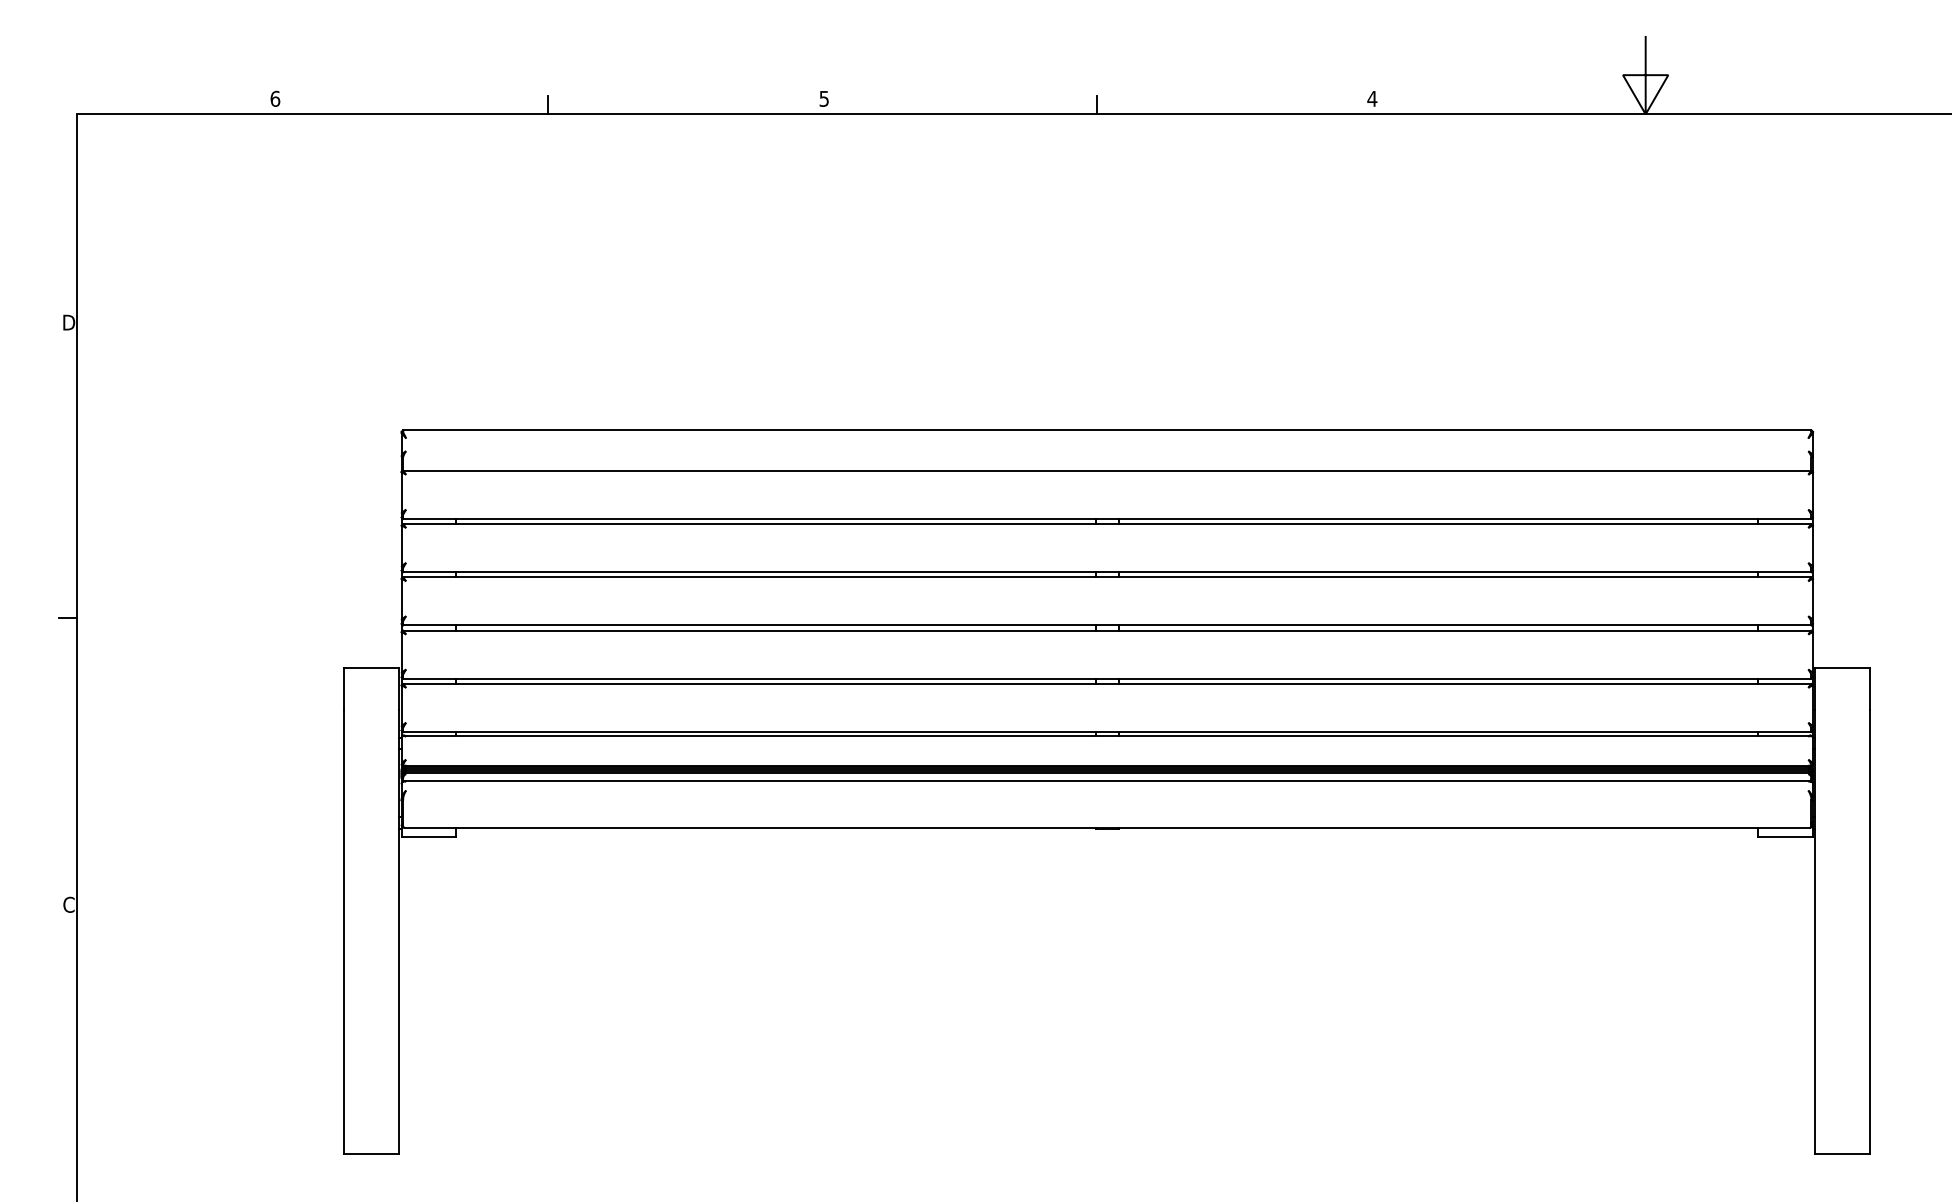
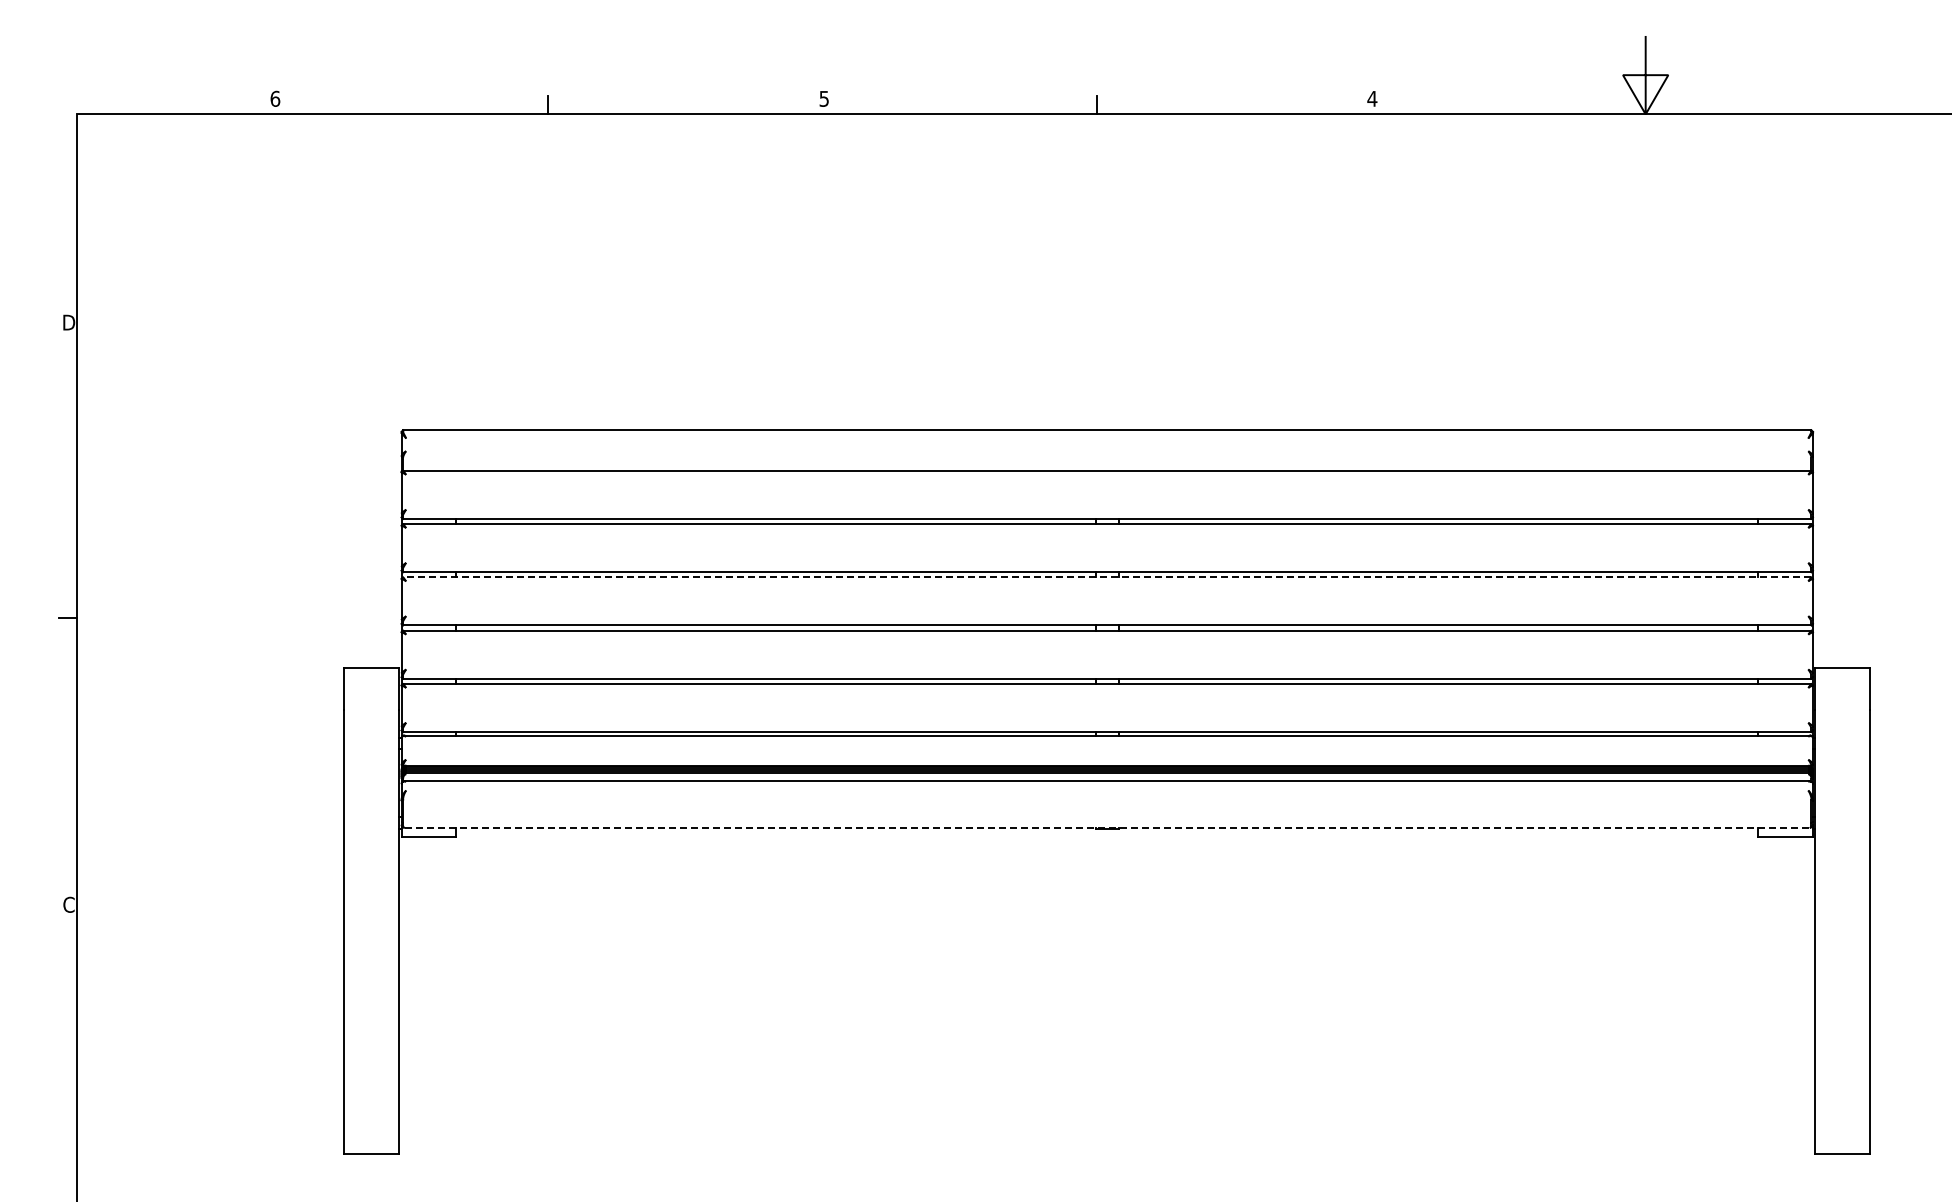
line at (1106, 577): solid -> dashed
line at (1107, 827): solid -> dashed
